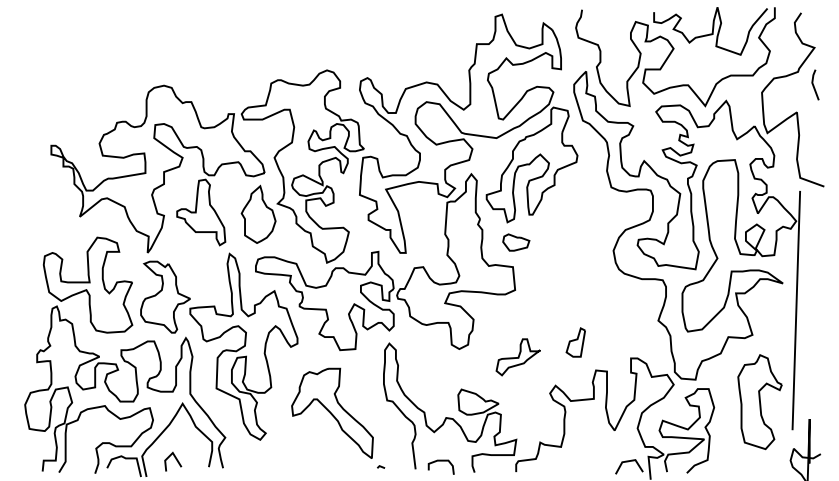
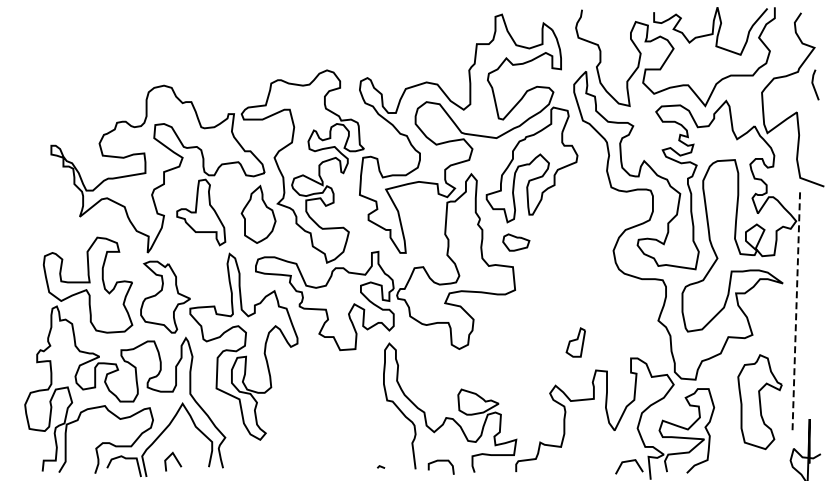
line at (796, 310): solid -> dashed
part at (517, 357): present -> none
part at (332, 412): present -> none
